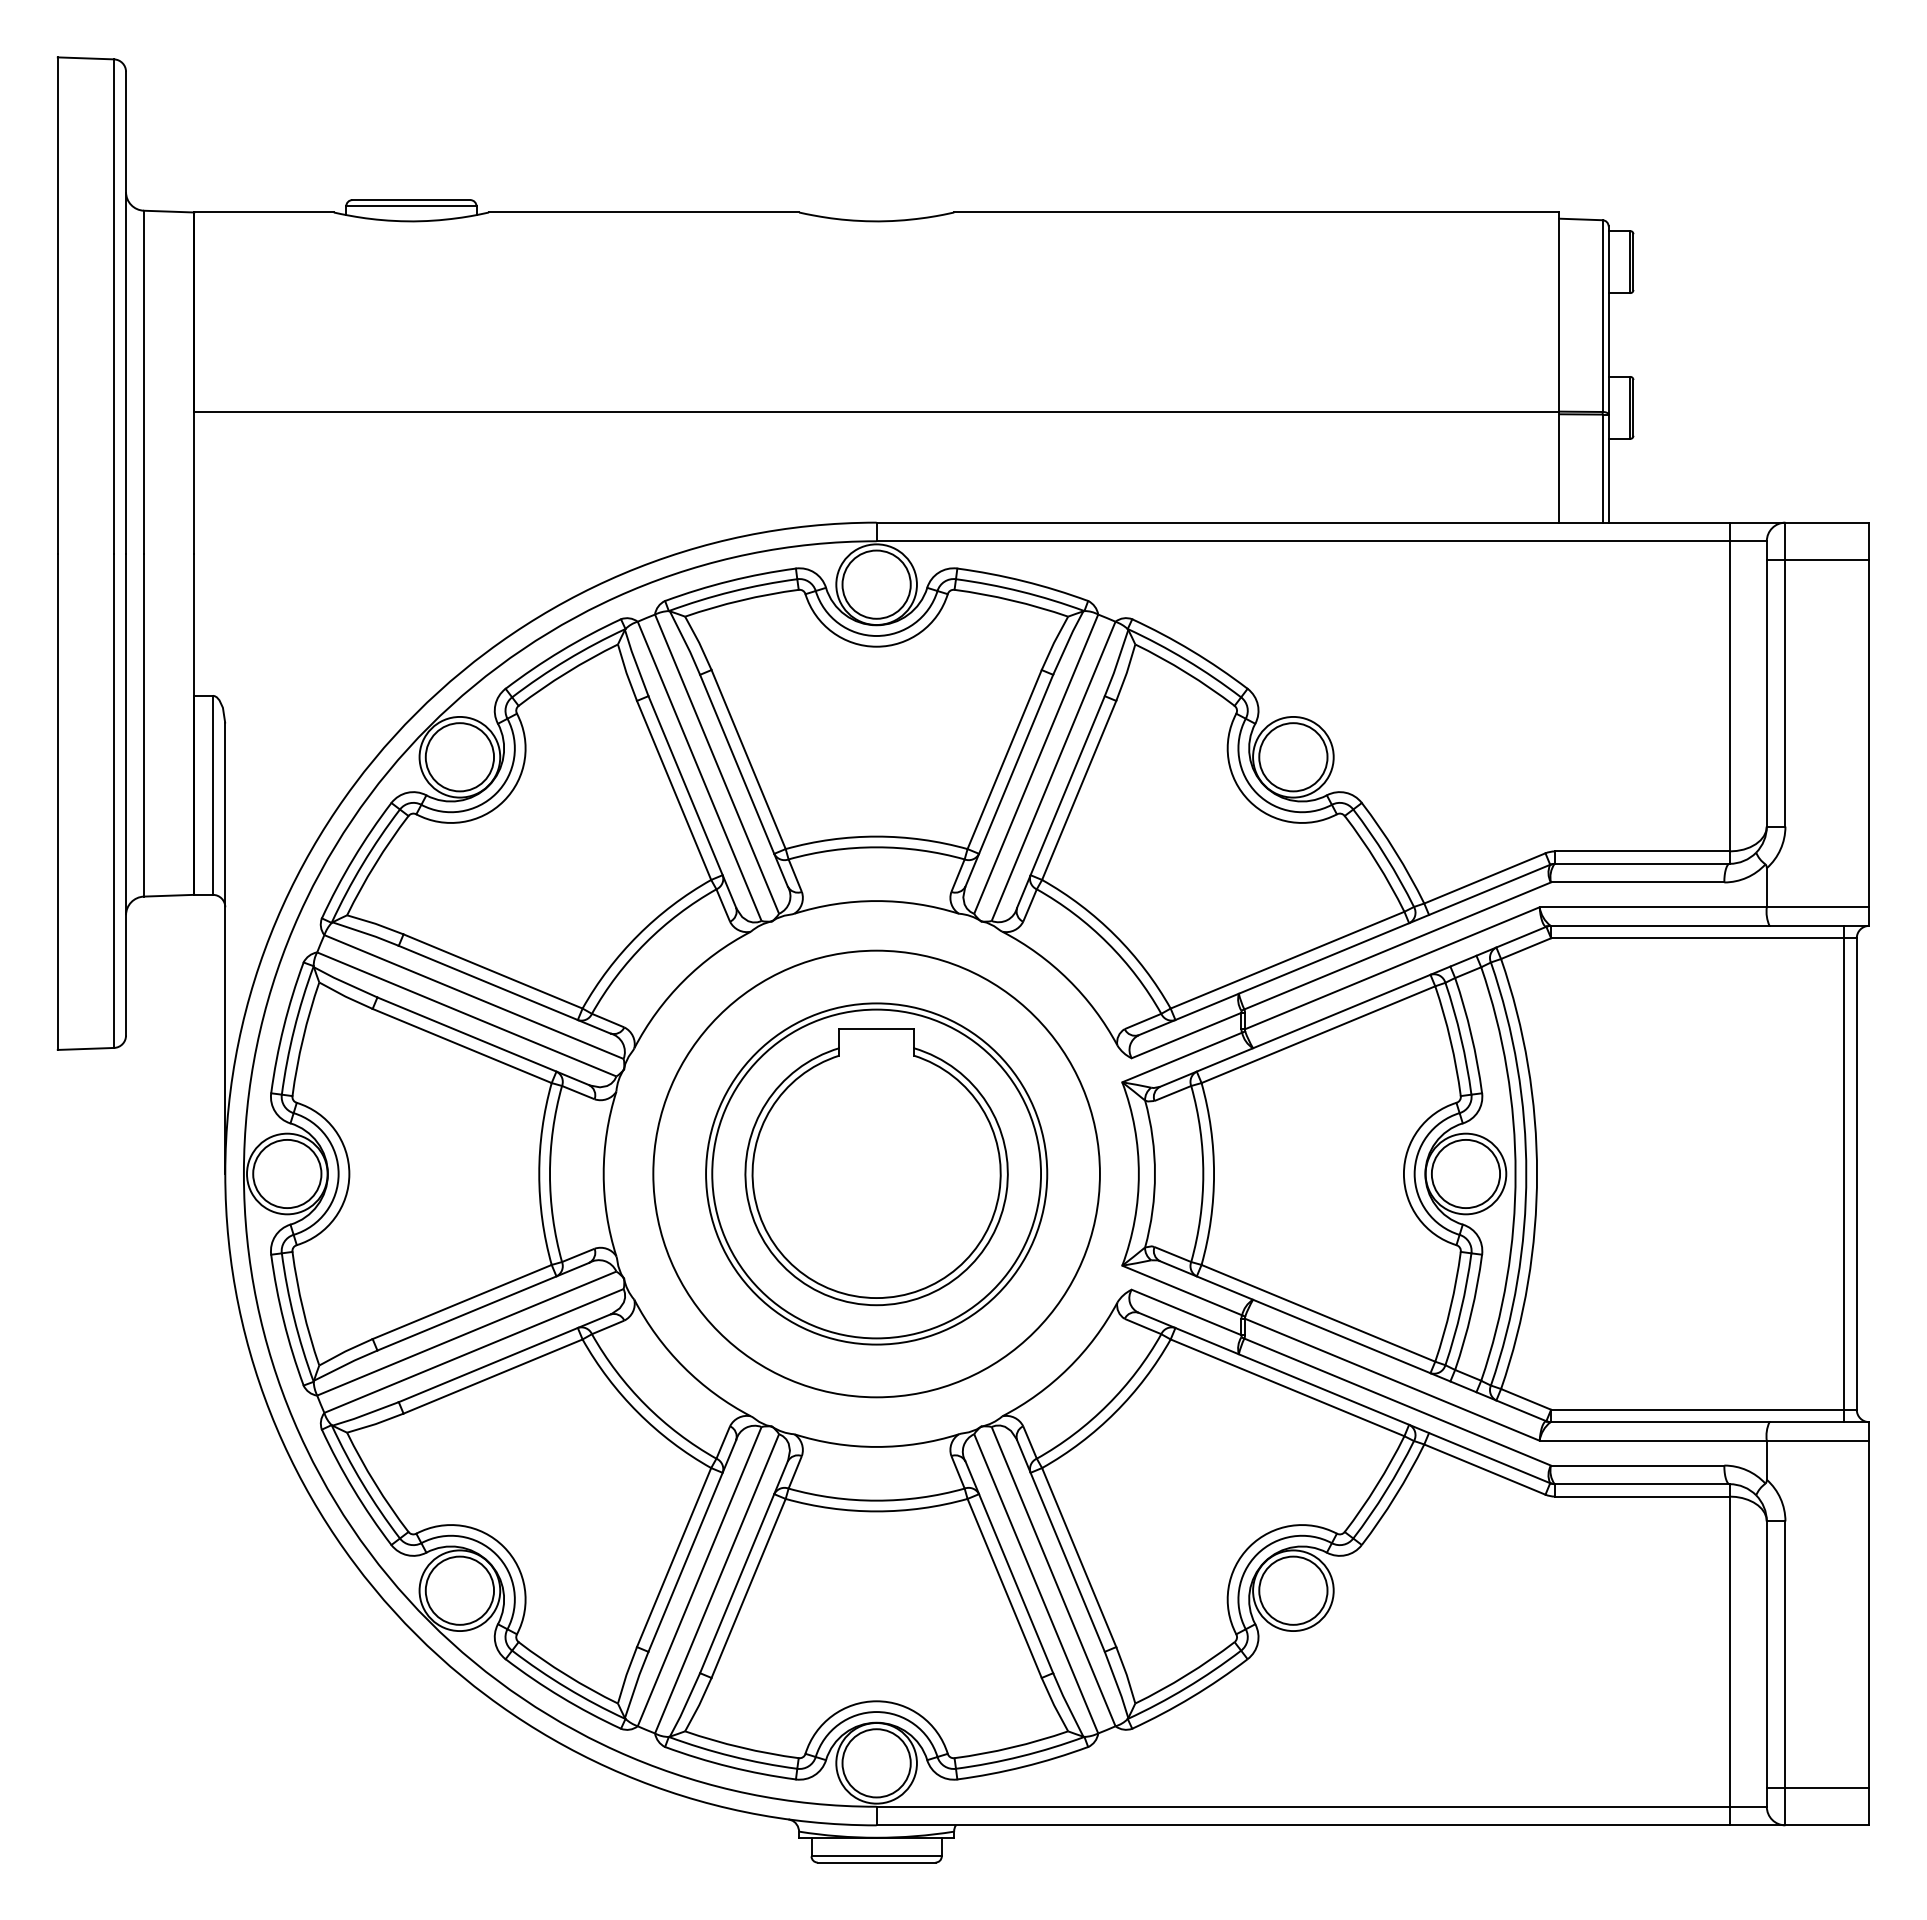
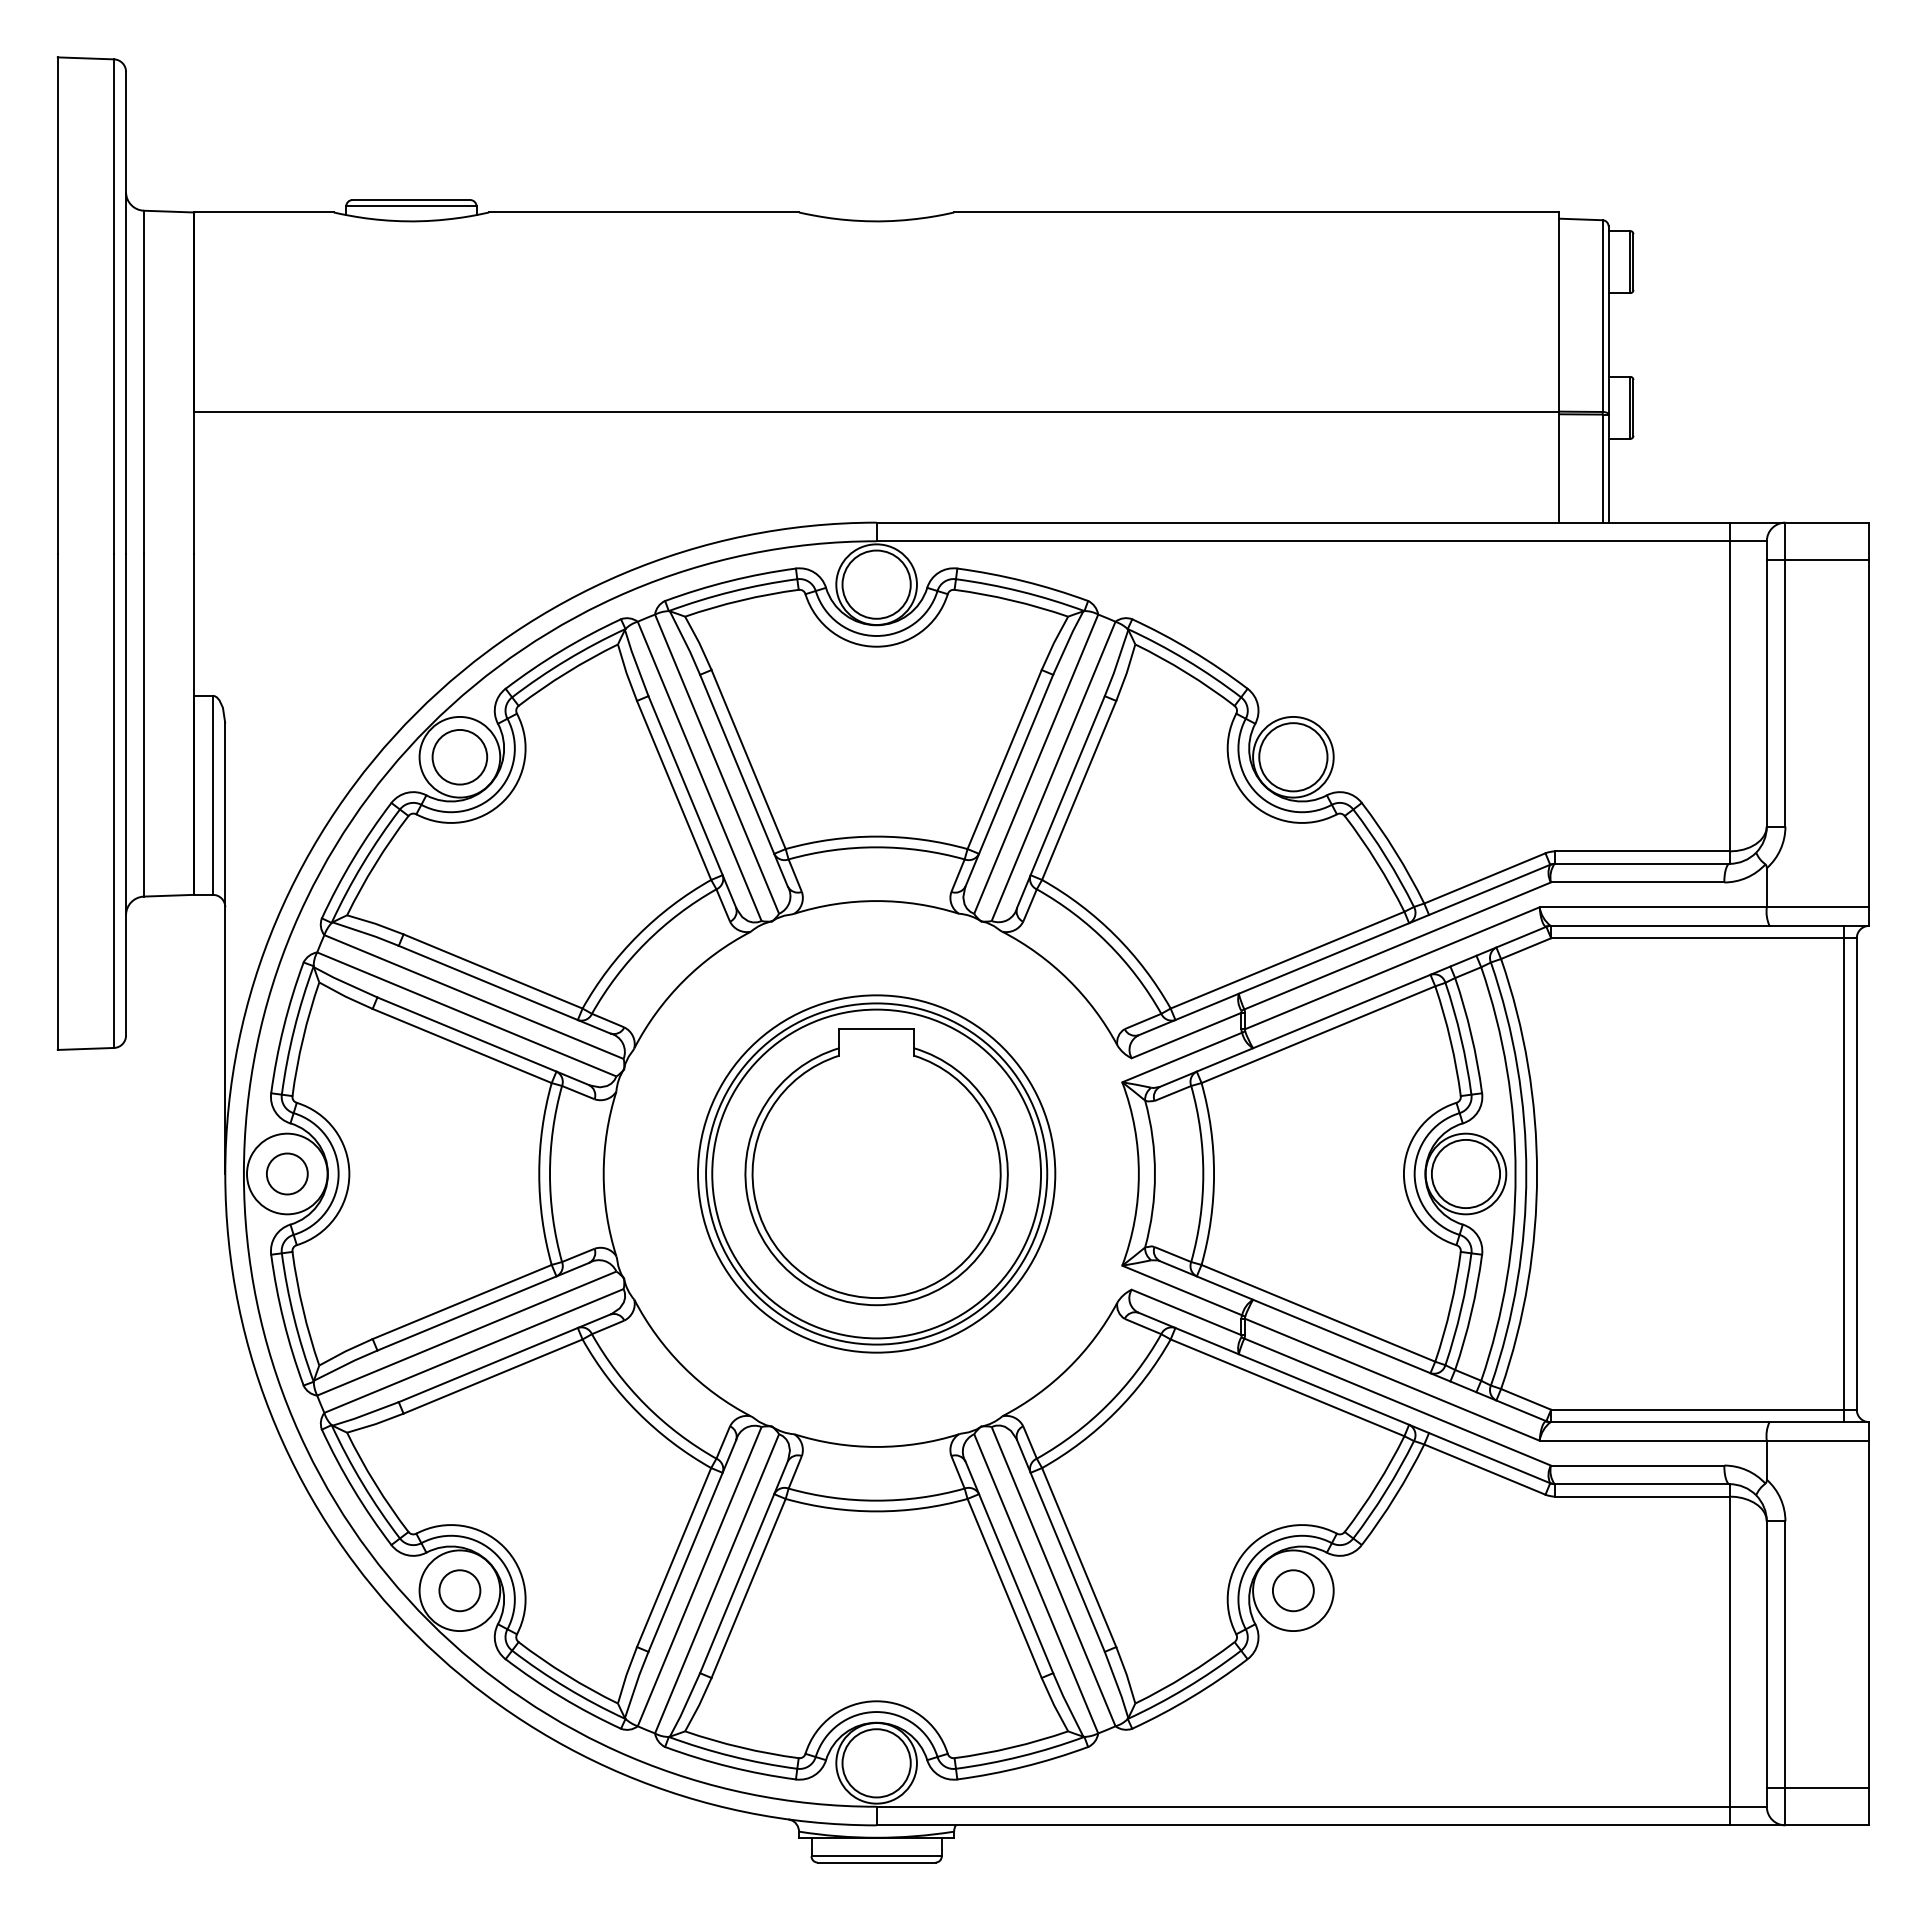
circle at (459, 757) diameter: 68 px -> 55 px
circle at (287, 1173) diameter: 68 px -> 41 px
circle at (876, 1173) diameter: 447 px -> 357 px
circle at (459, 1590) diameter: 68 px -> 41 px
circle at (1293, 1590) diameter: 68 px -> 41 px
